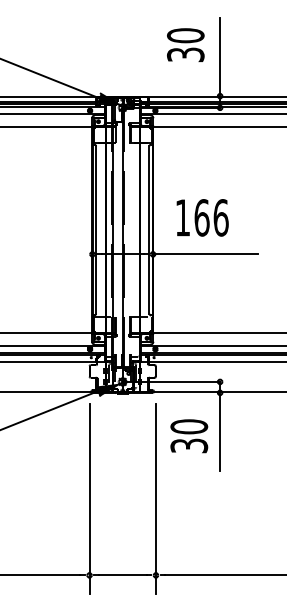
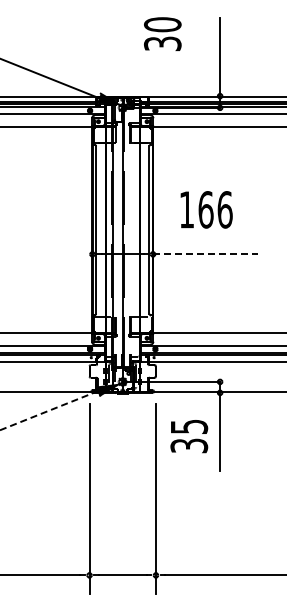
text at (185, 44) position: (185, 44) -> (162, 33)
text at (202, 217) position: (202, 217) -> (206, 209)
line at (205, 254): solid -> dashed
line at (49, 410): solid -> dashed
text at (189, 426): 30 -> 35
